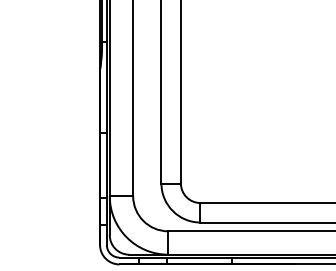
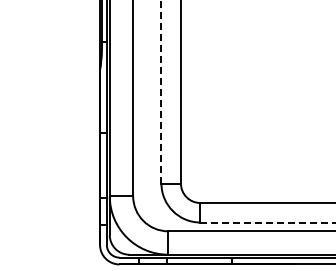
line at (161, 92): solid -> dashed
line at (268, 222): solid -> dashed
